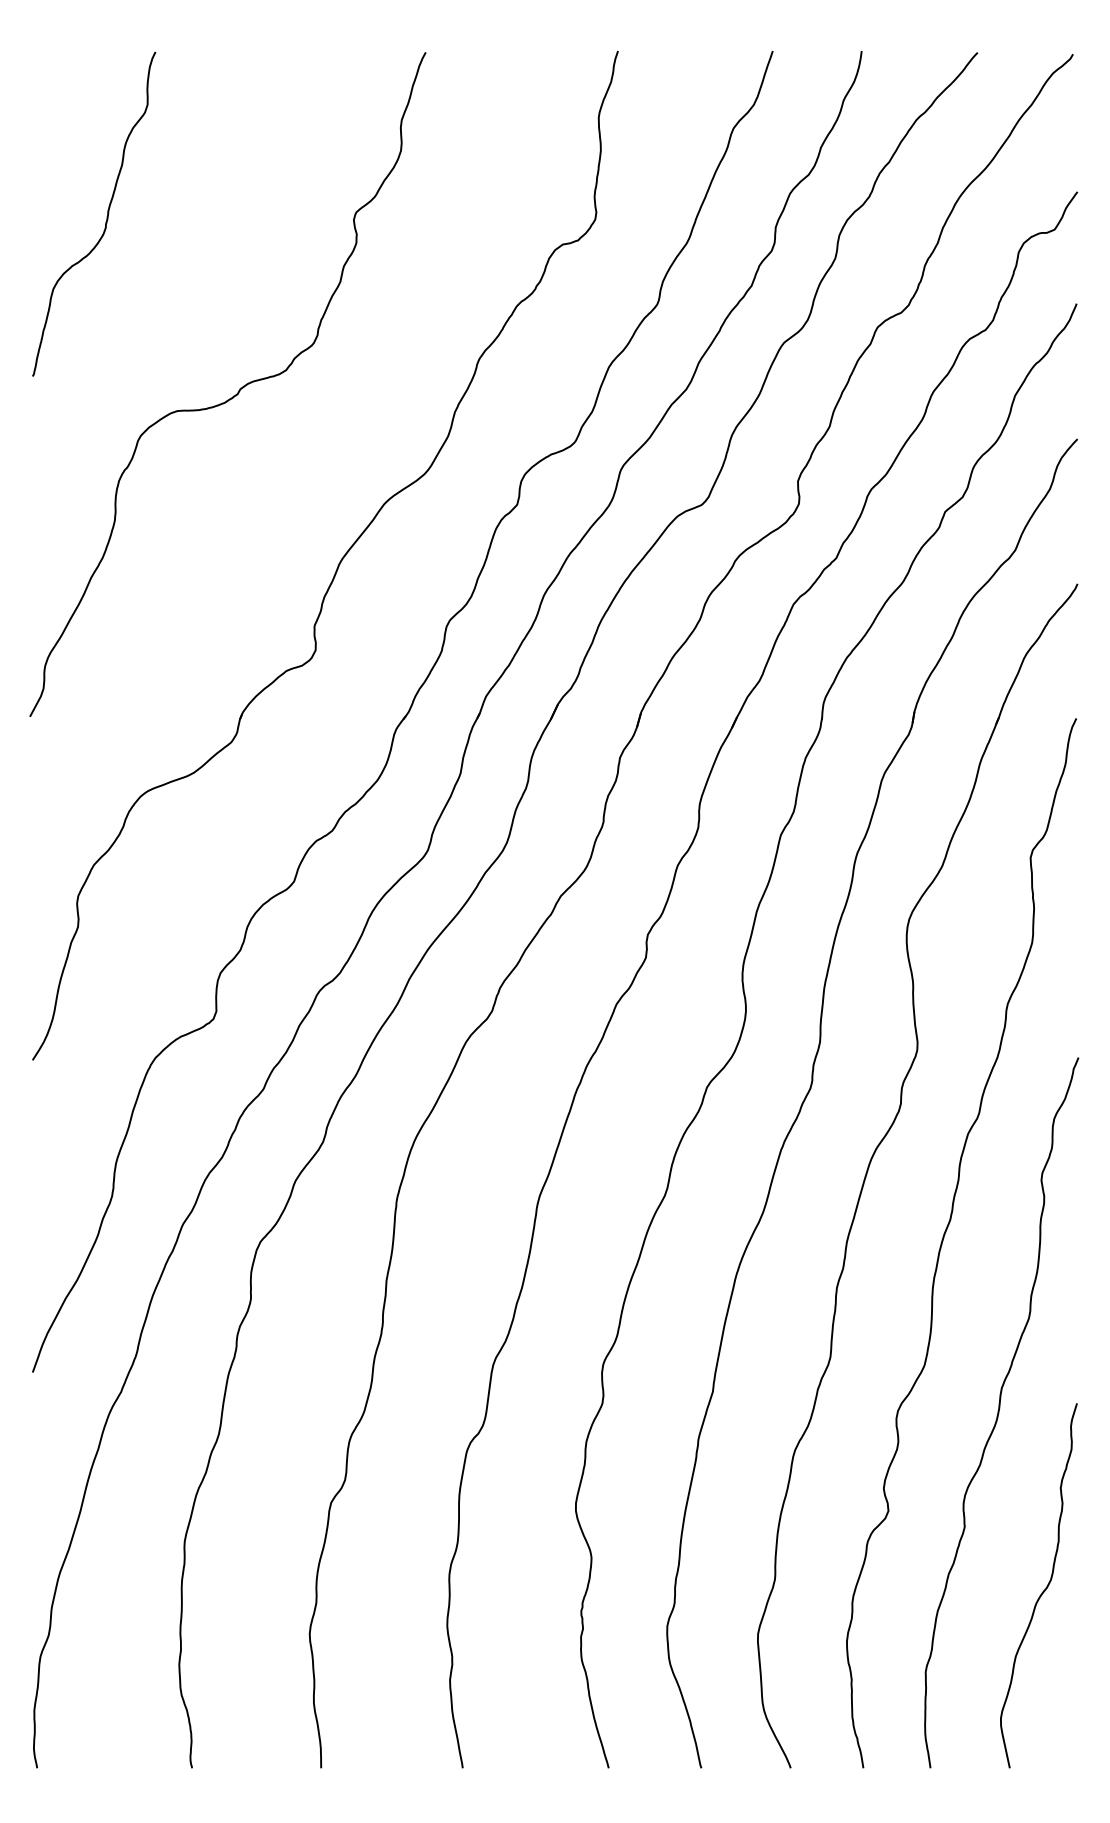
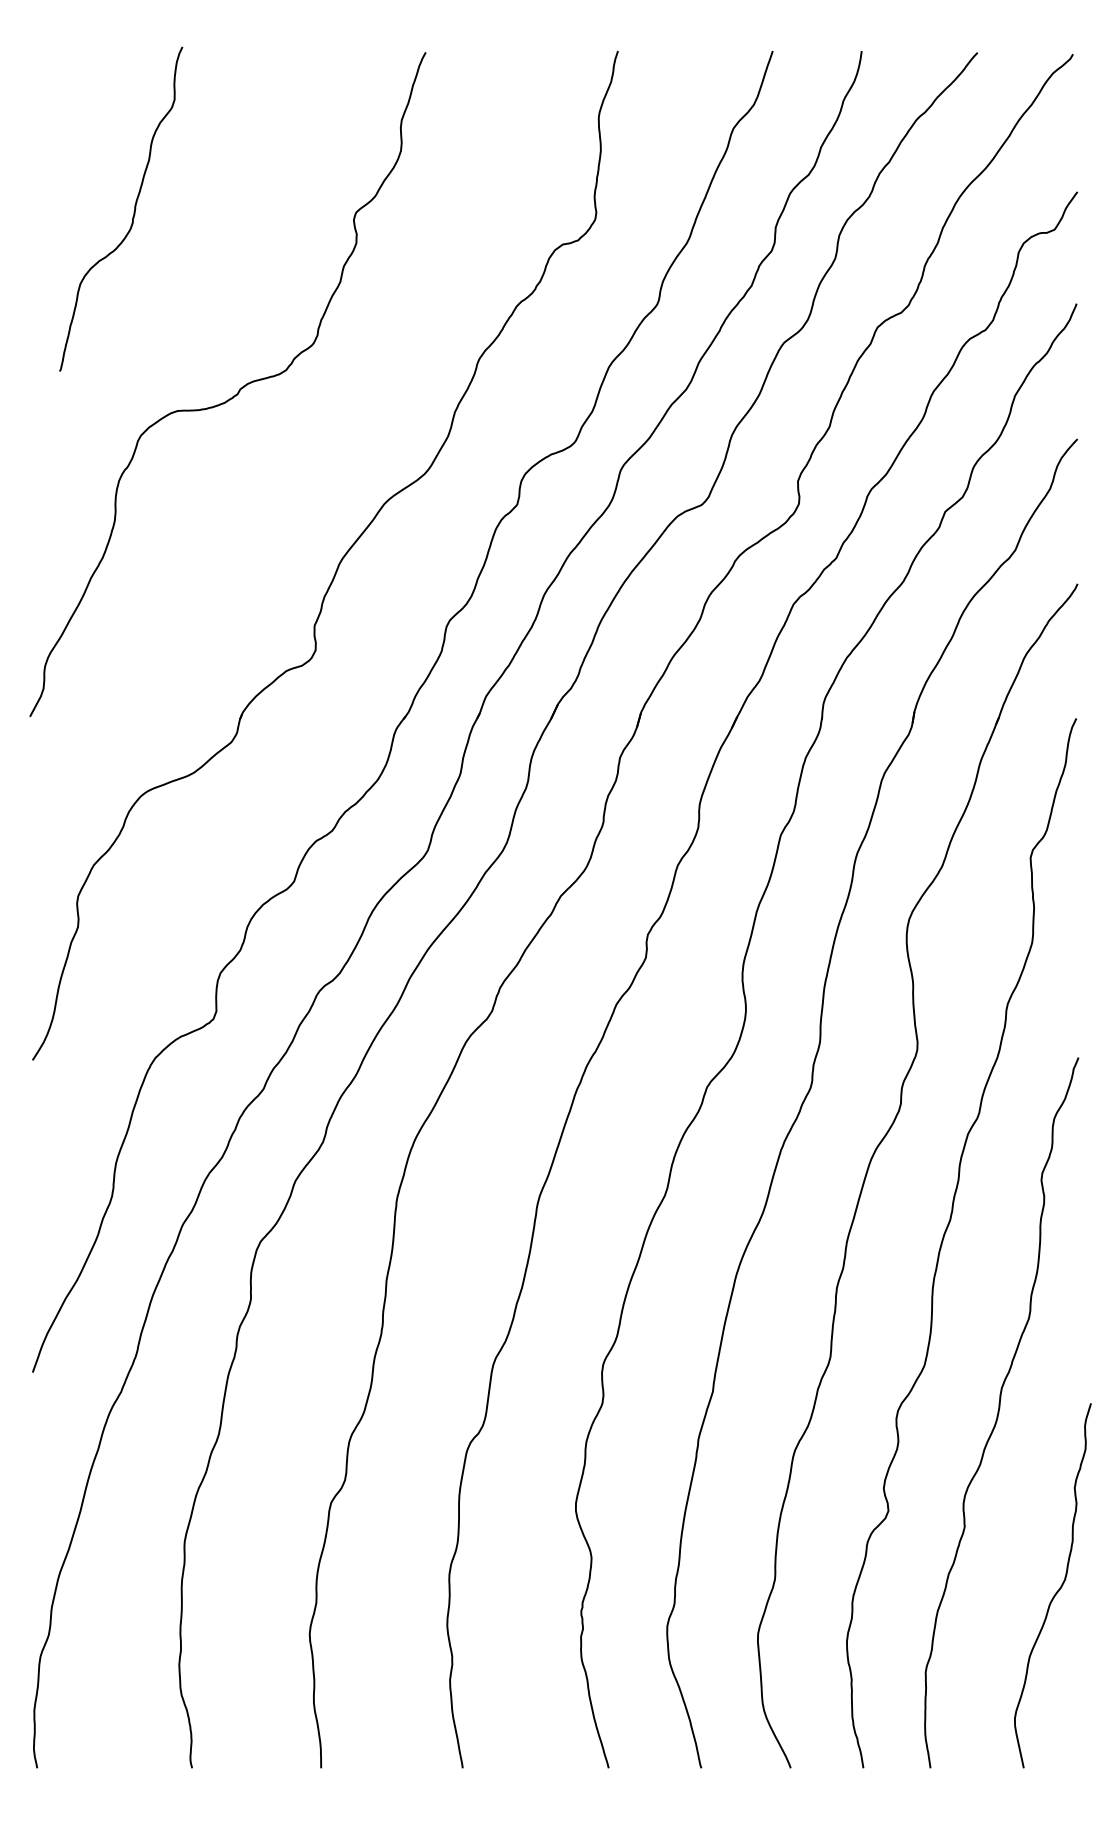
curve at (106, 216) position: (106, 216) -> (133, 211)
curve at (1043, 1590) position: (1043, 1590) -> (1057, 1590)
